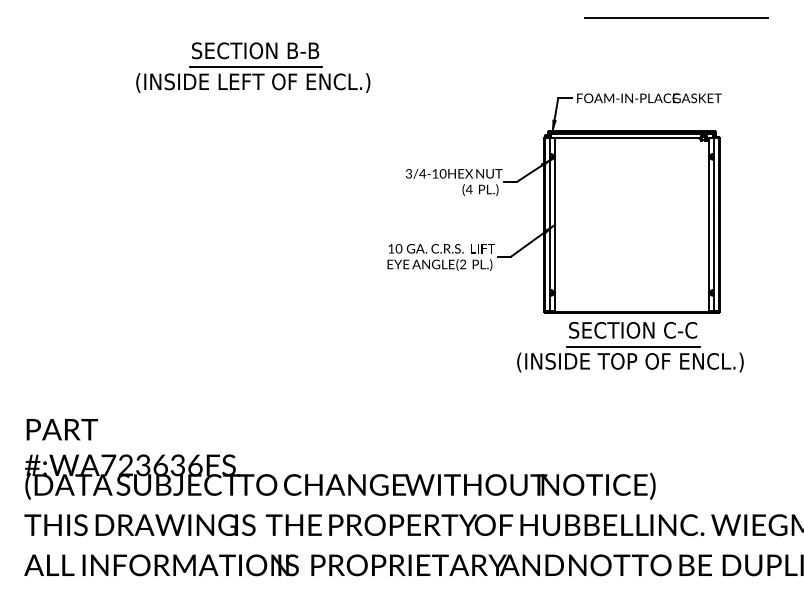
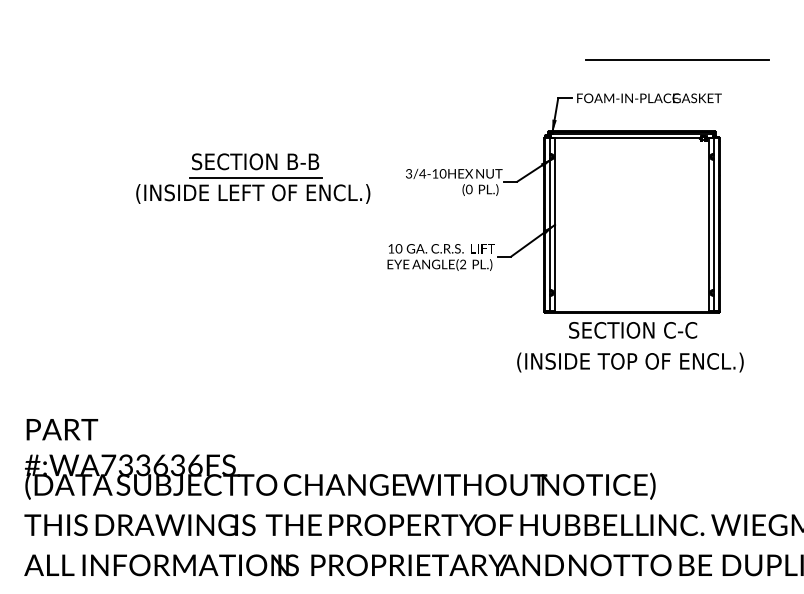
line at (676, 17) position: (676, 17) -> (677, 59)
part at (253, 67) position: (253, 67) -> (253, 178)
text at (468, 189): (4 -> (0
line at (632, 346): present -> none
text at (125, 466): #:WA723636FS -> #:WA733636FS
